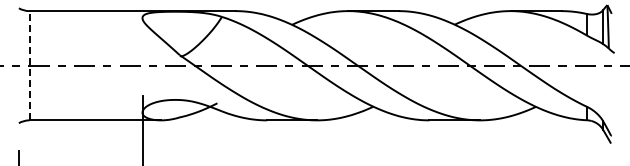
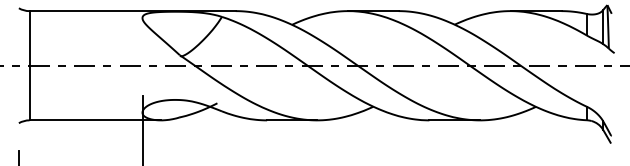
line at (29, 65): dashed -> solid
